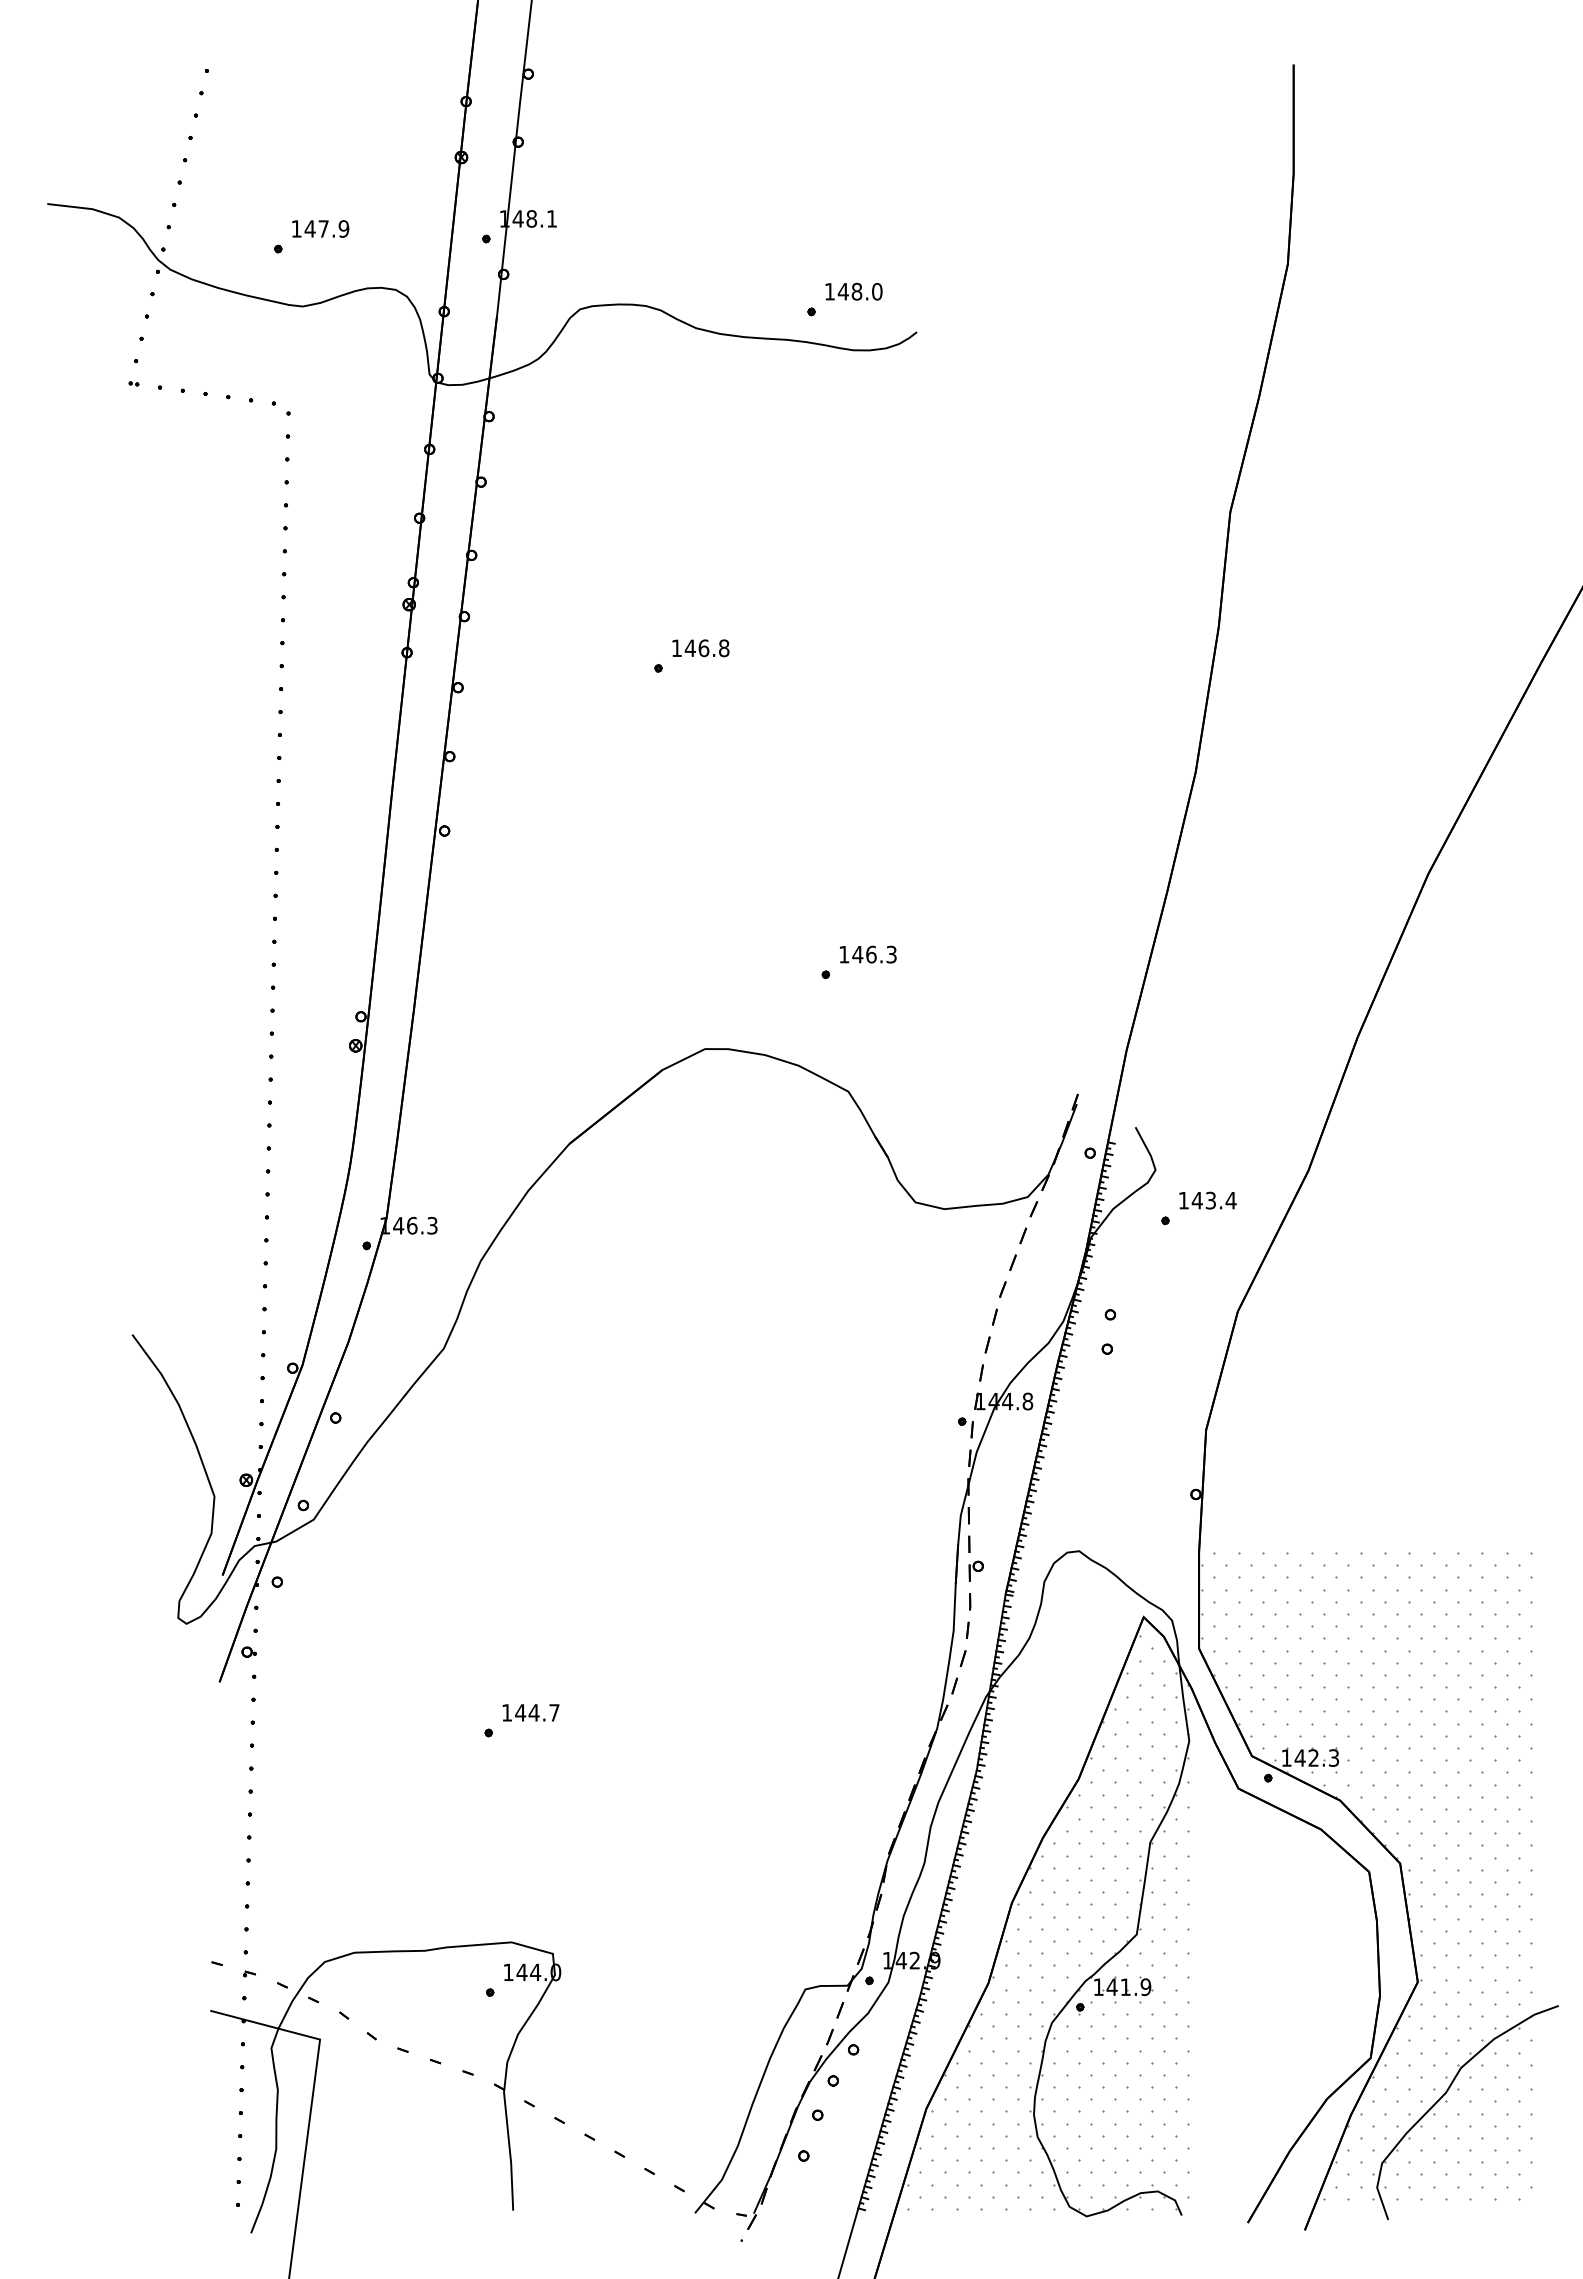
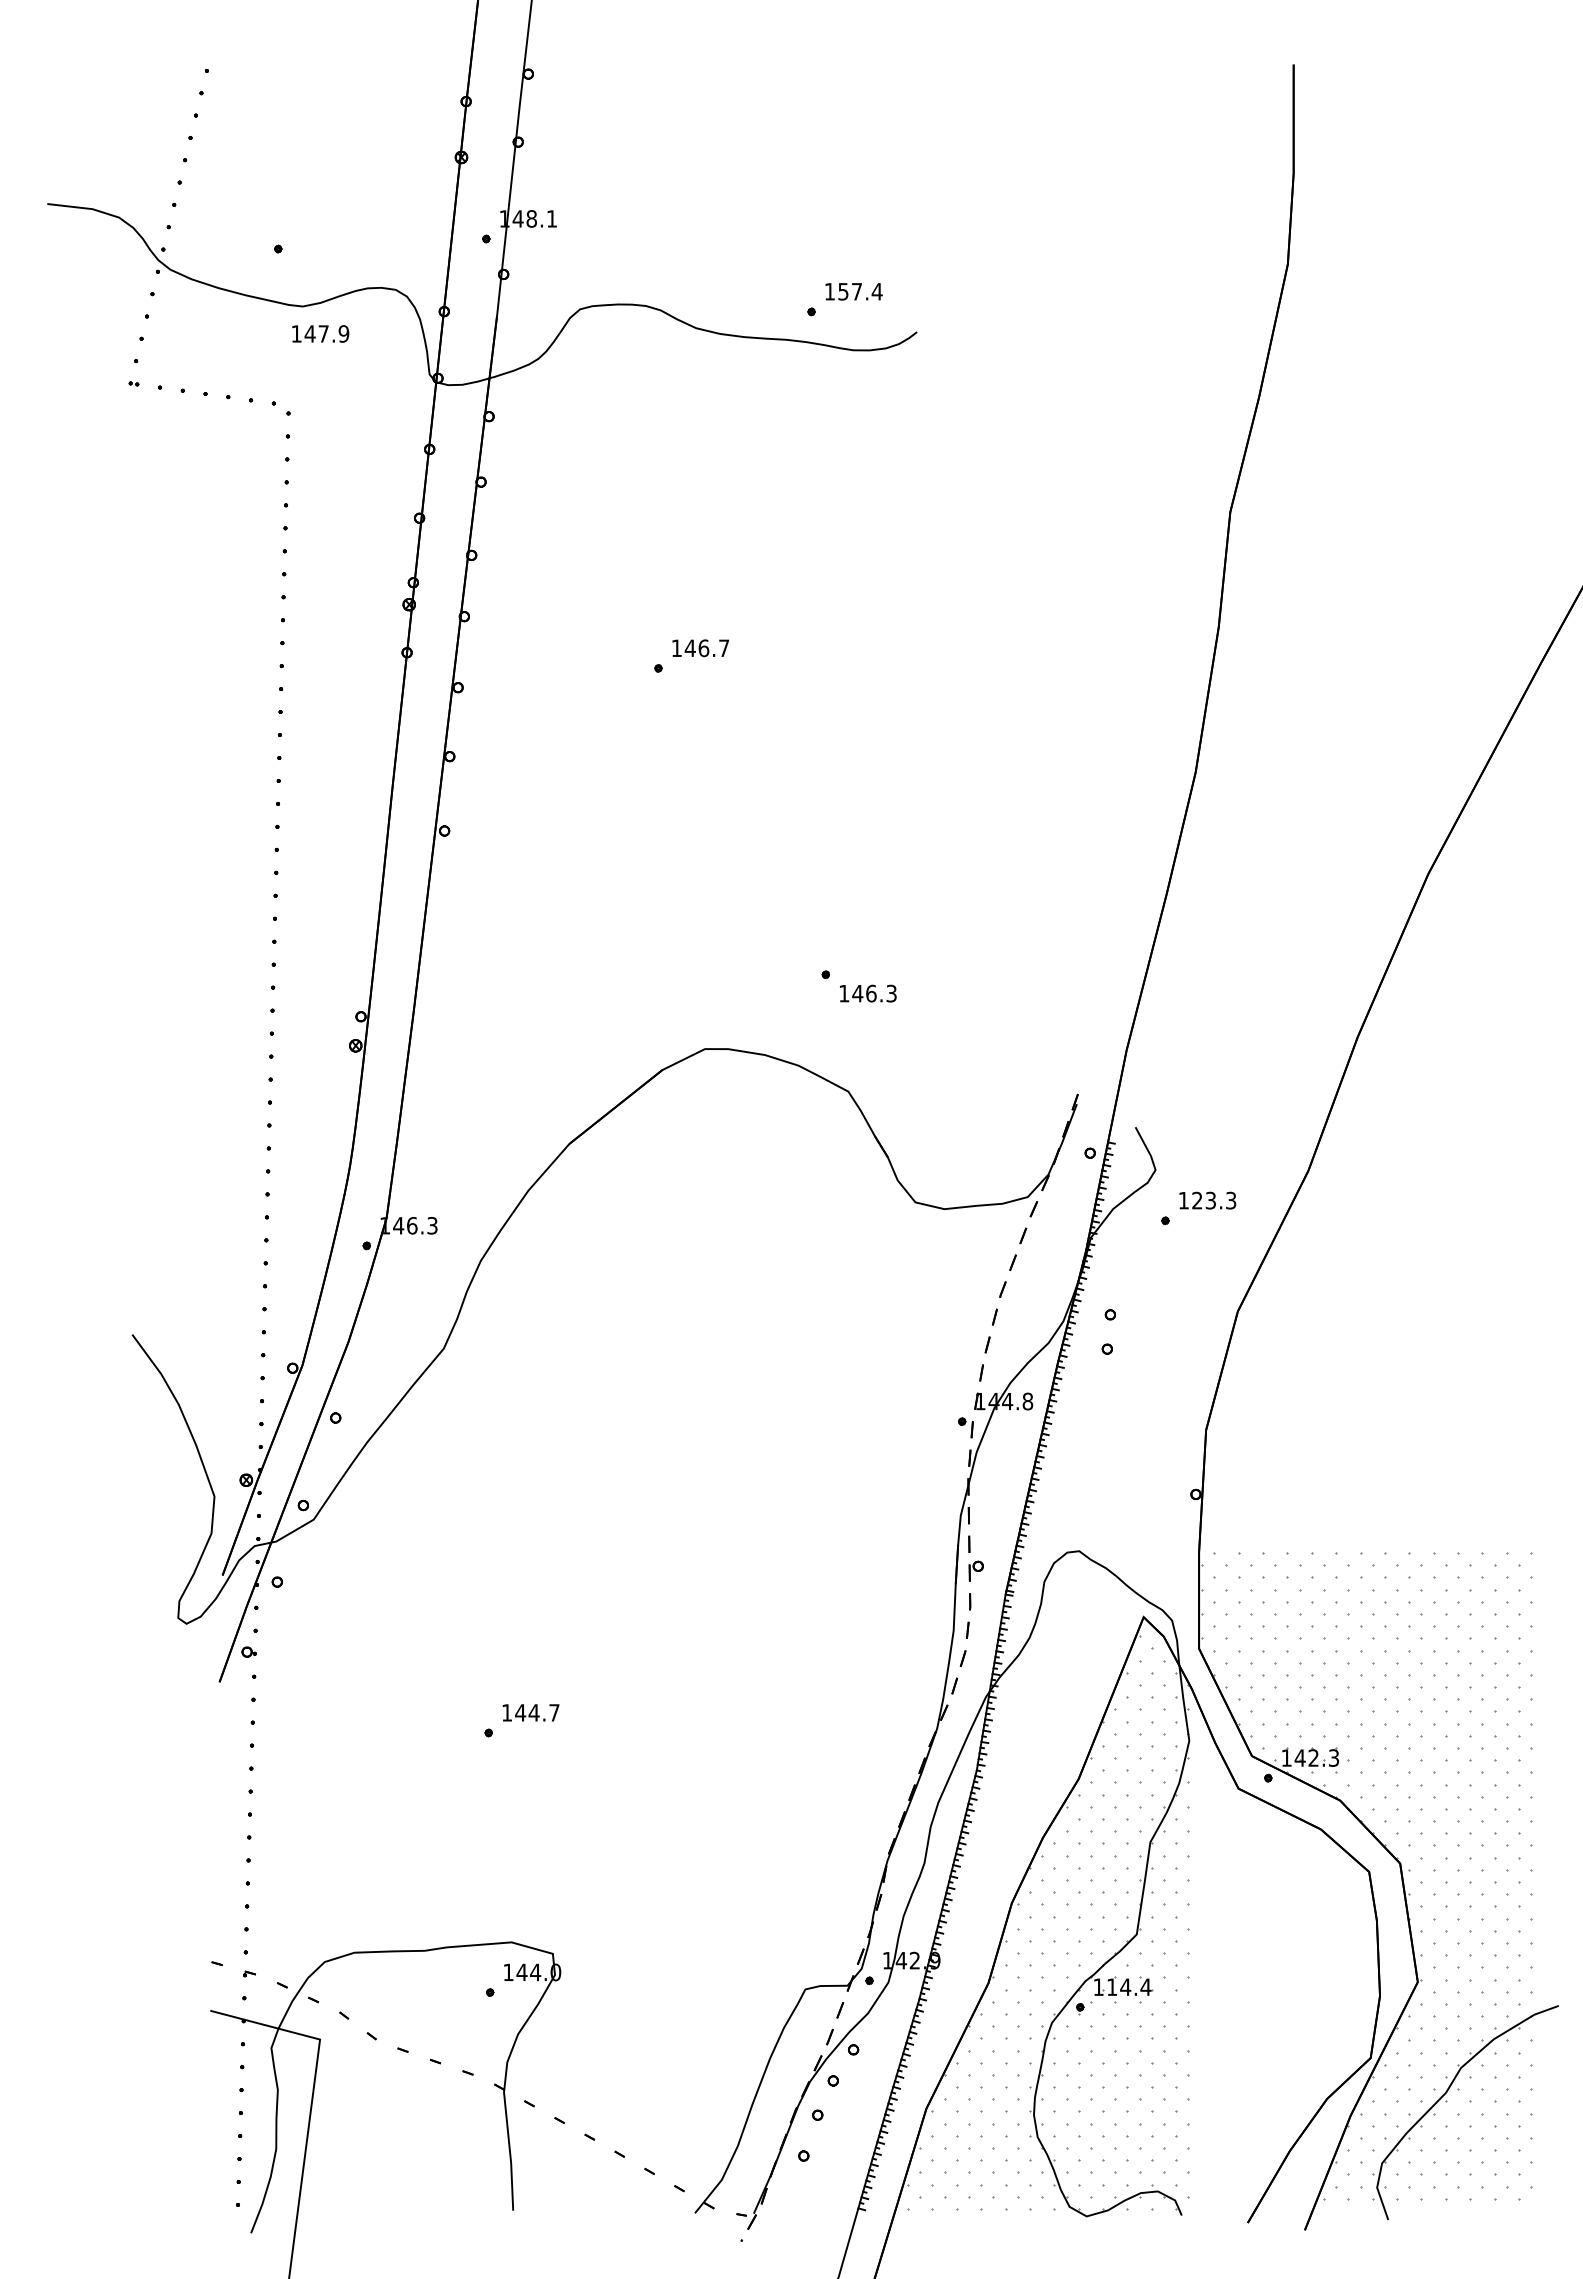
text at (320, 228) position: (320, 228) -> (320, 333)
text at (859, 291): 148.0 -> 157.4
text at (724, 648): 146.8 -> 146.7
text at (868, 954) position: (868, 954) -> (868, 993)
text at (1213, 1200): 143.4 -> 123.3
text at (1128, 1987): 141.9 -> 114.4
